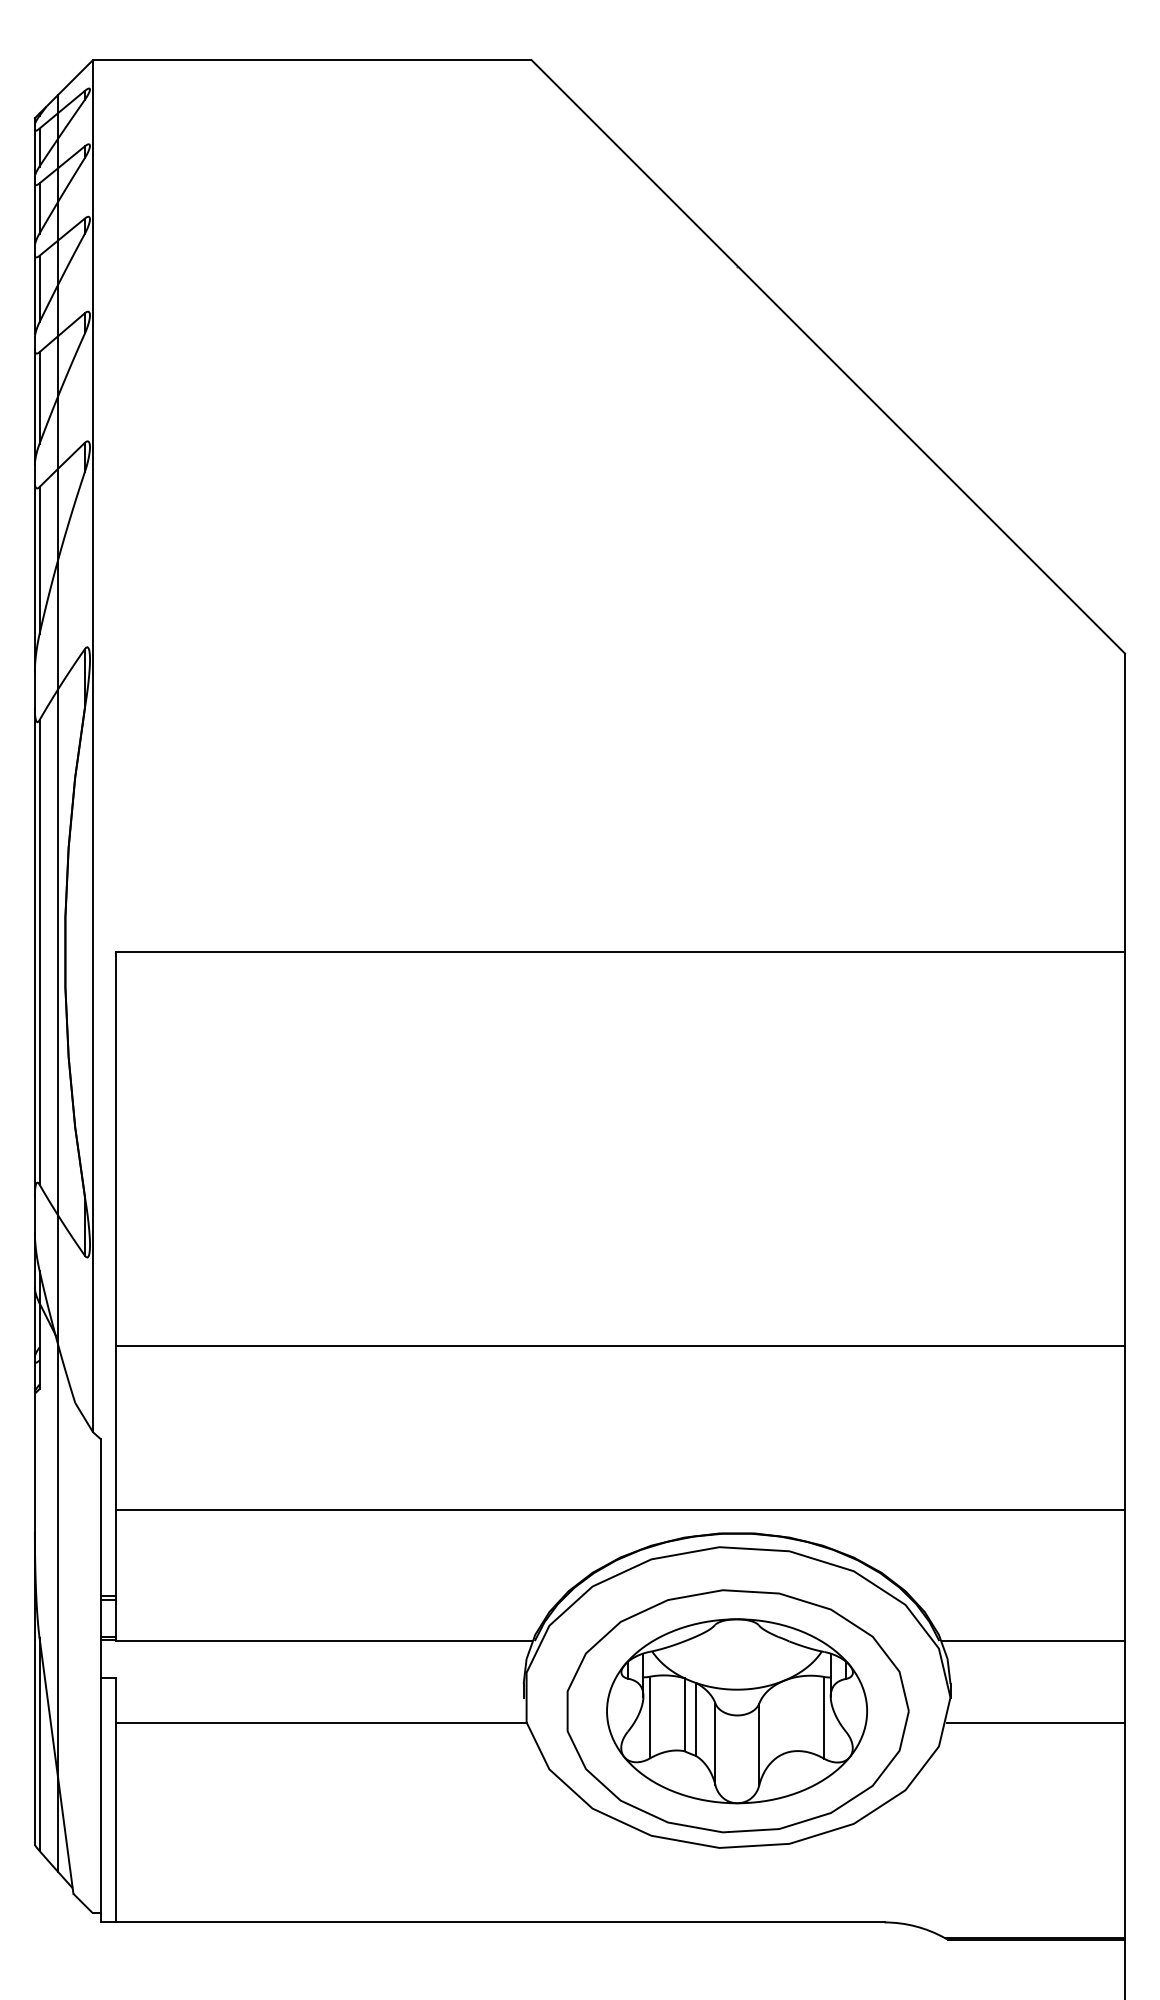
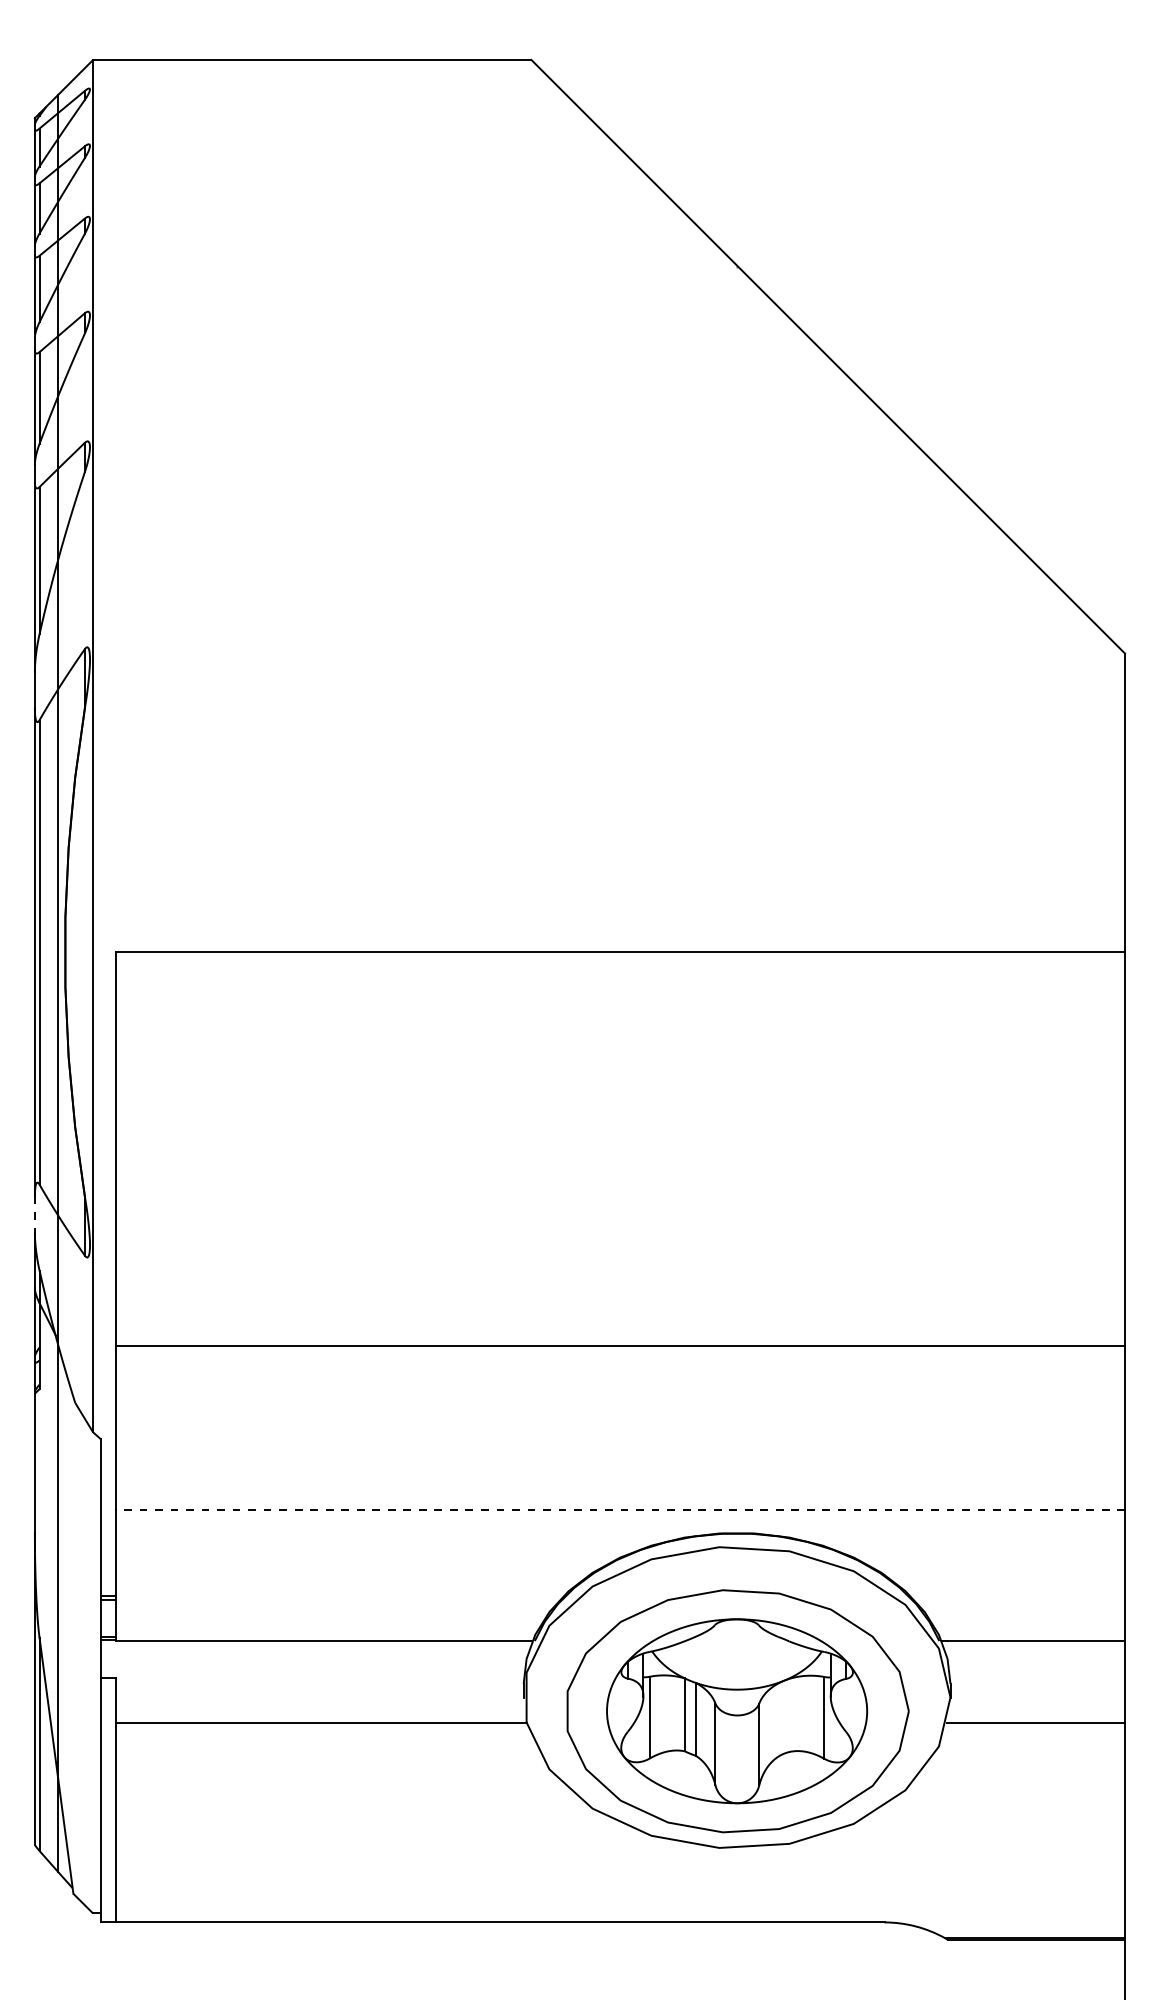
line at (34, 1215): solid -> dashed
line at (620, 1510): solid -> dashed
